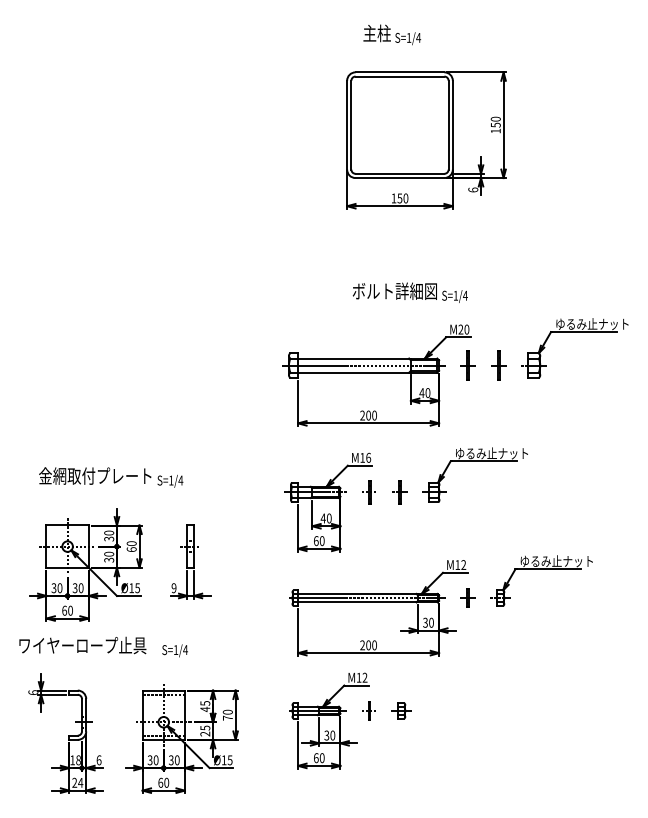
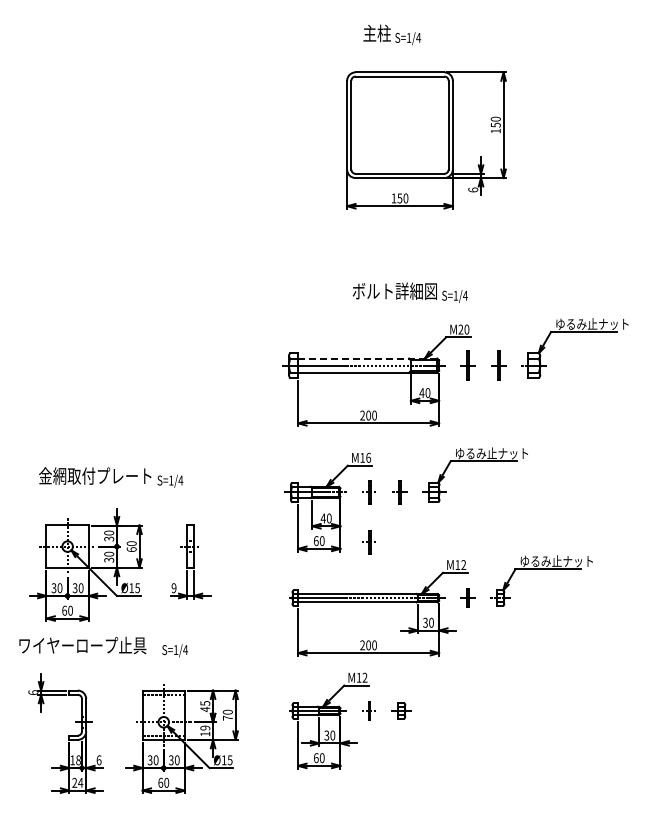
line at (367, 358): solid -> dashed
part at (368, 542): none -> present
text at (205, 730): 25 -> 19
